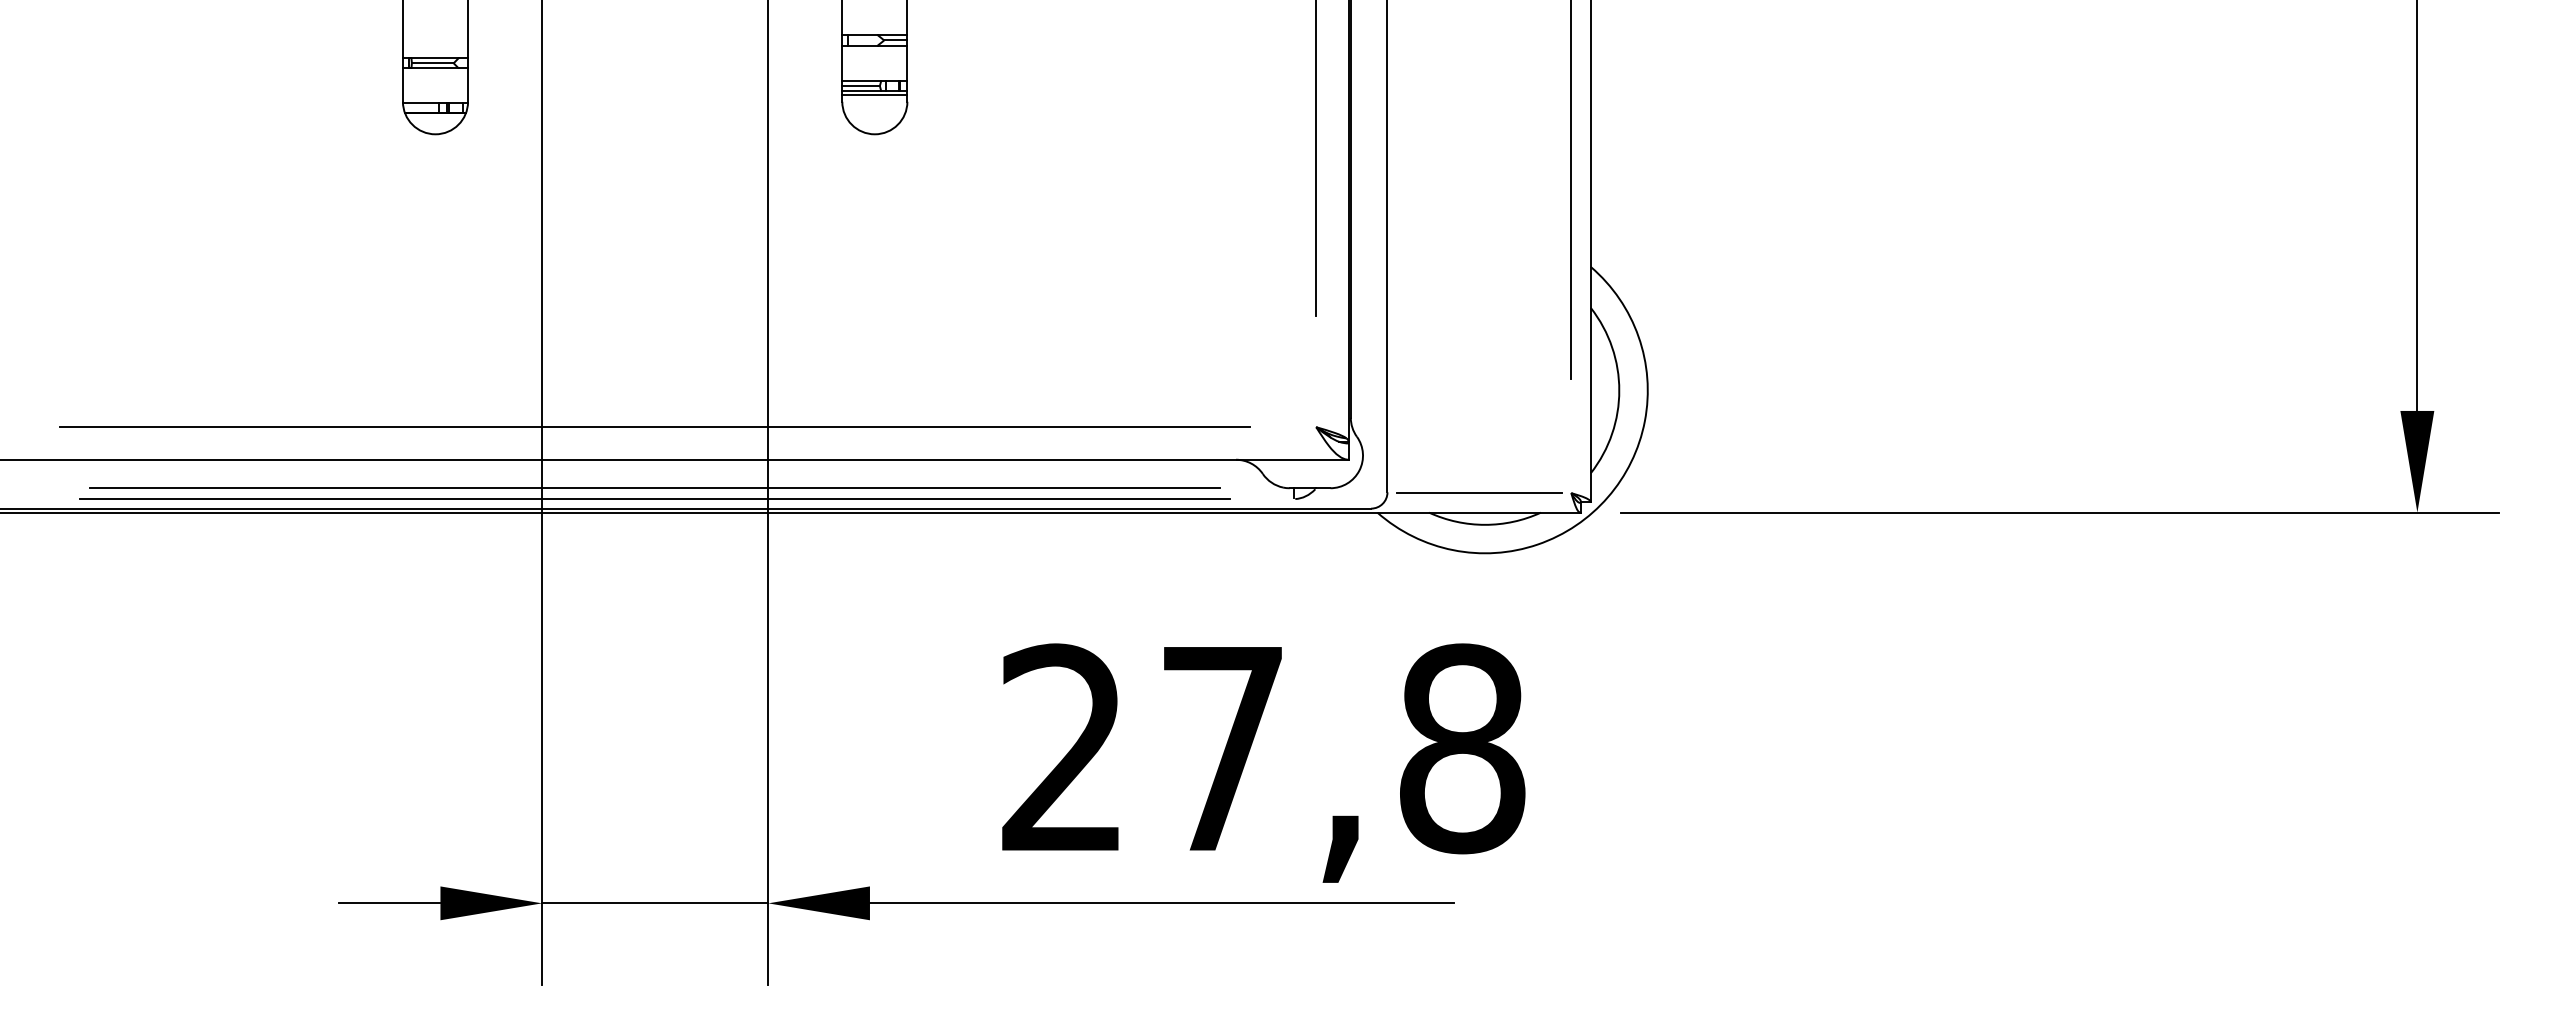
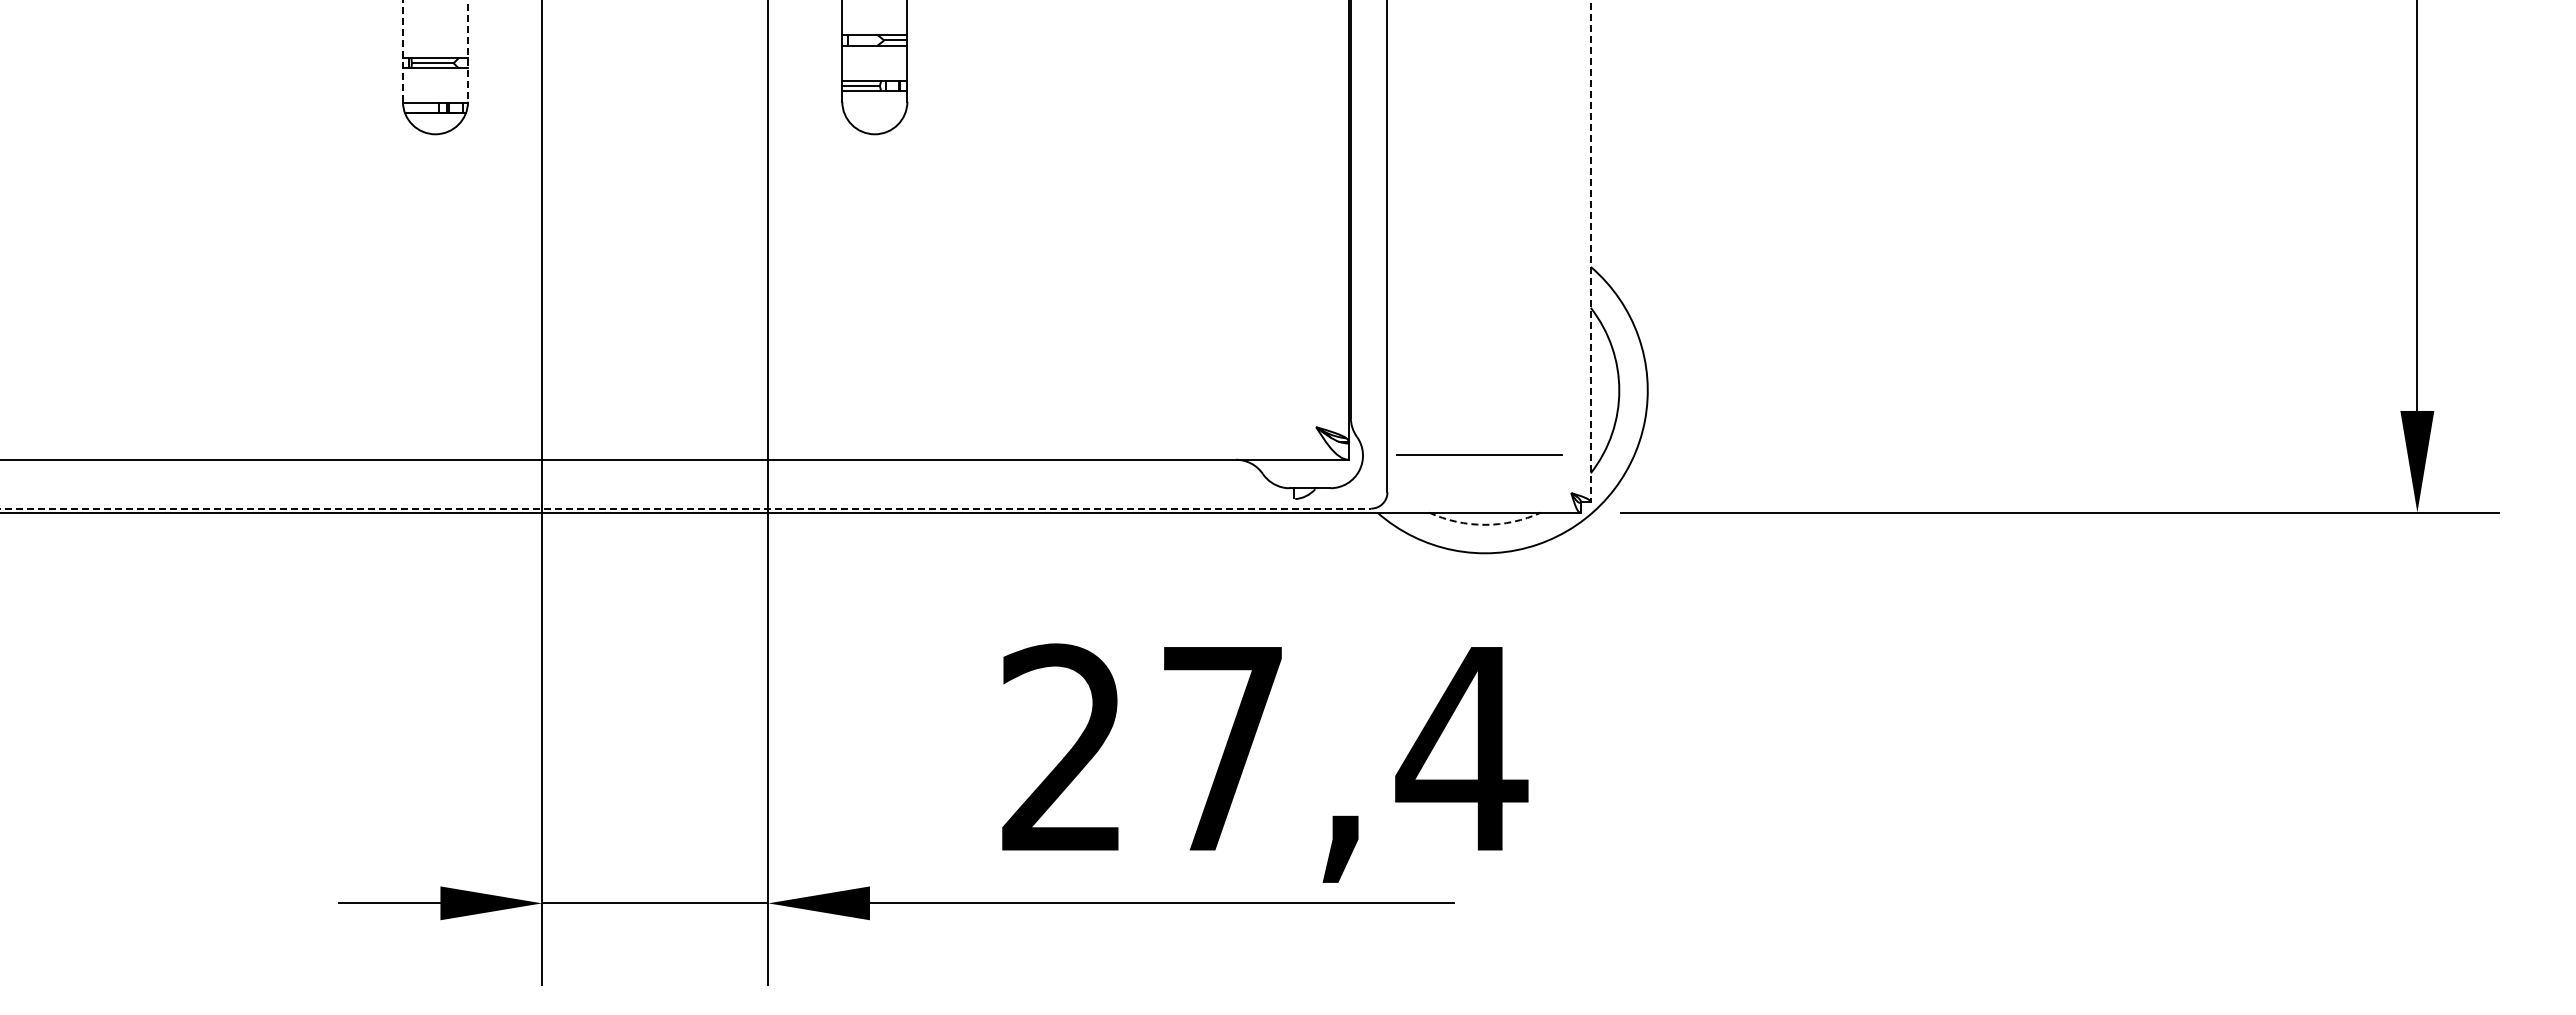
line at (402, 50): solid -> dashed
line at (468, 51): solid -> dashed
line at (874, 95): present -> none
line at (1316, 159): present -> none
line at (1571, 190): present -> none
line at (1590, 251): solid -> dashed
line at (655, 427): present -> none
line at (655, 487): present -> none
line at (1479, 492) position: (1479, 492) -> (1479, 454)
line at (655, 499): present -> none
line at (686, 508): solid -> dashed
arc at (1485, 524): solid -> dashed
text at (1461, 748): 27,8 -> 27,4
